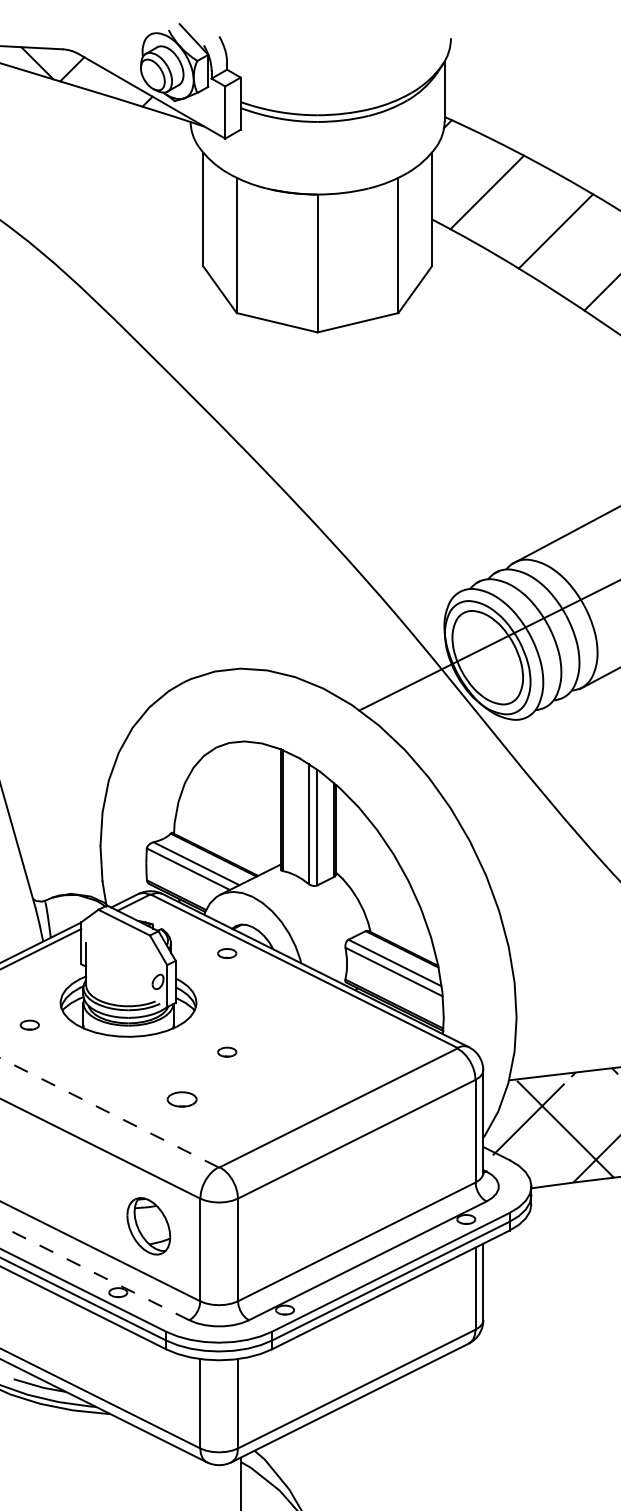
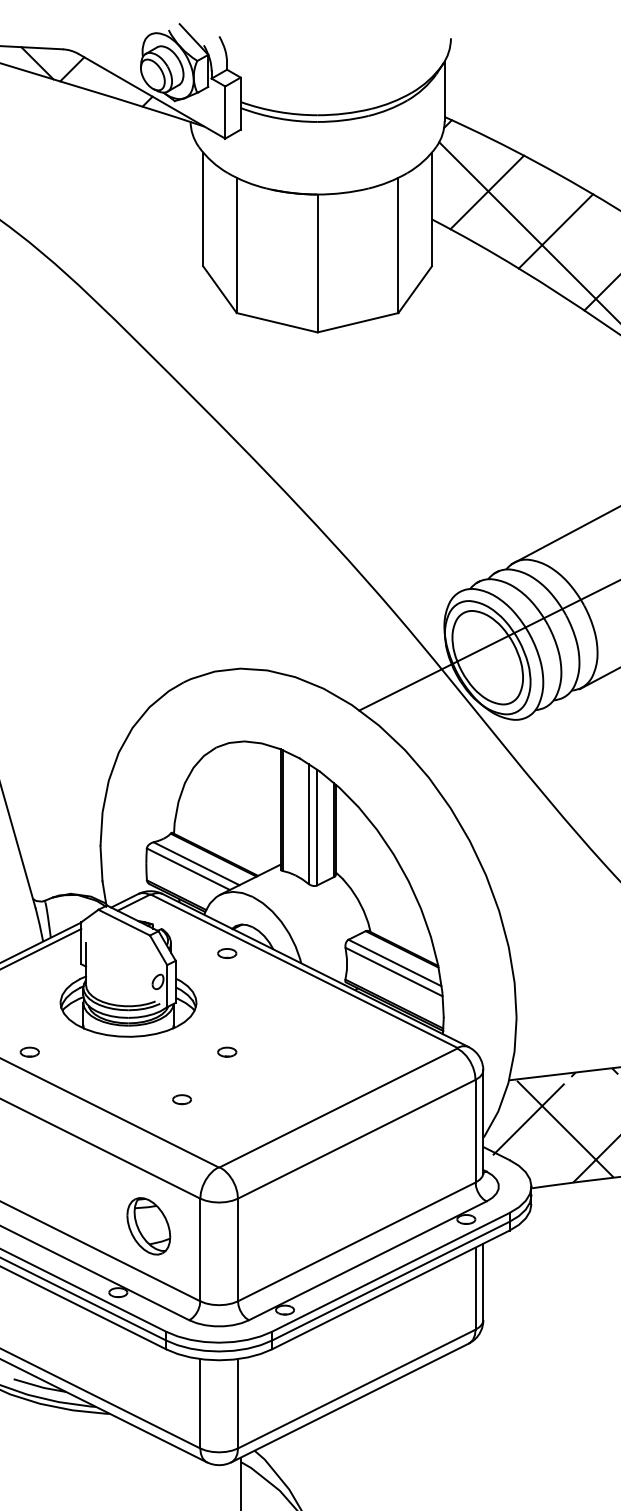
line at (528, 231): none -> present
part at (29, 1024) position: (29, 1024) -> (29, 1051)
part at (181, 1099) size: 32x17 px -> 20x12 px
line at (109, 1112): dashed -> solid
line at (94, 1272): dashed -> solid
